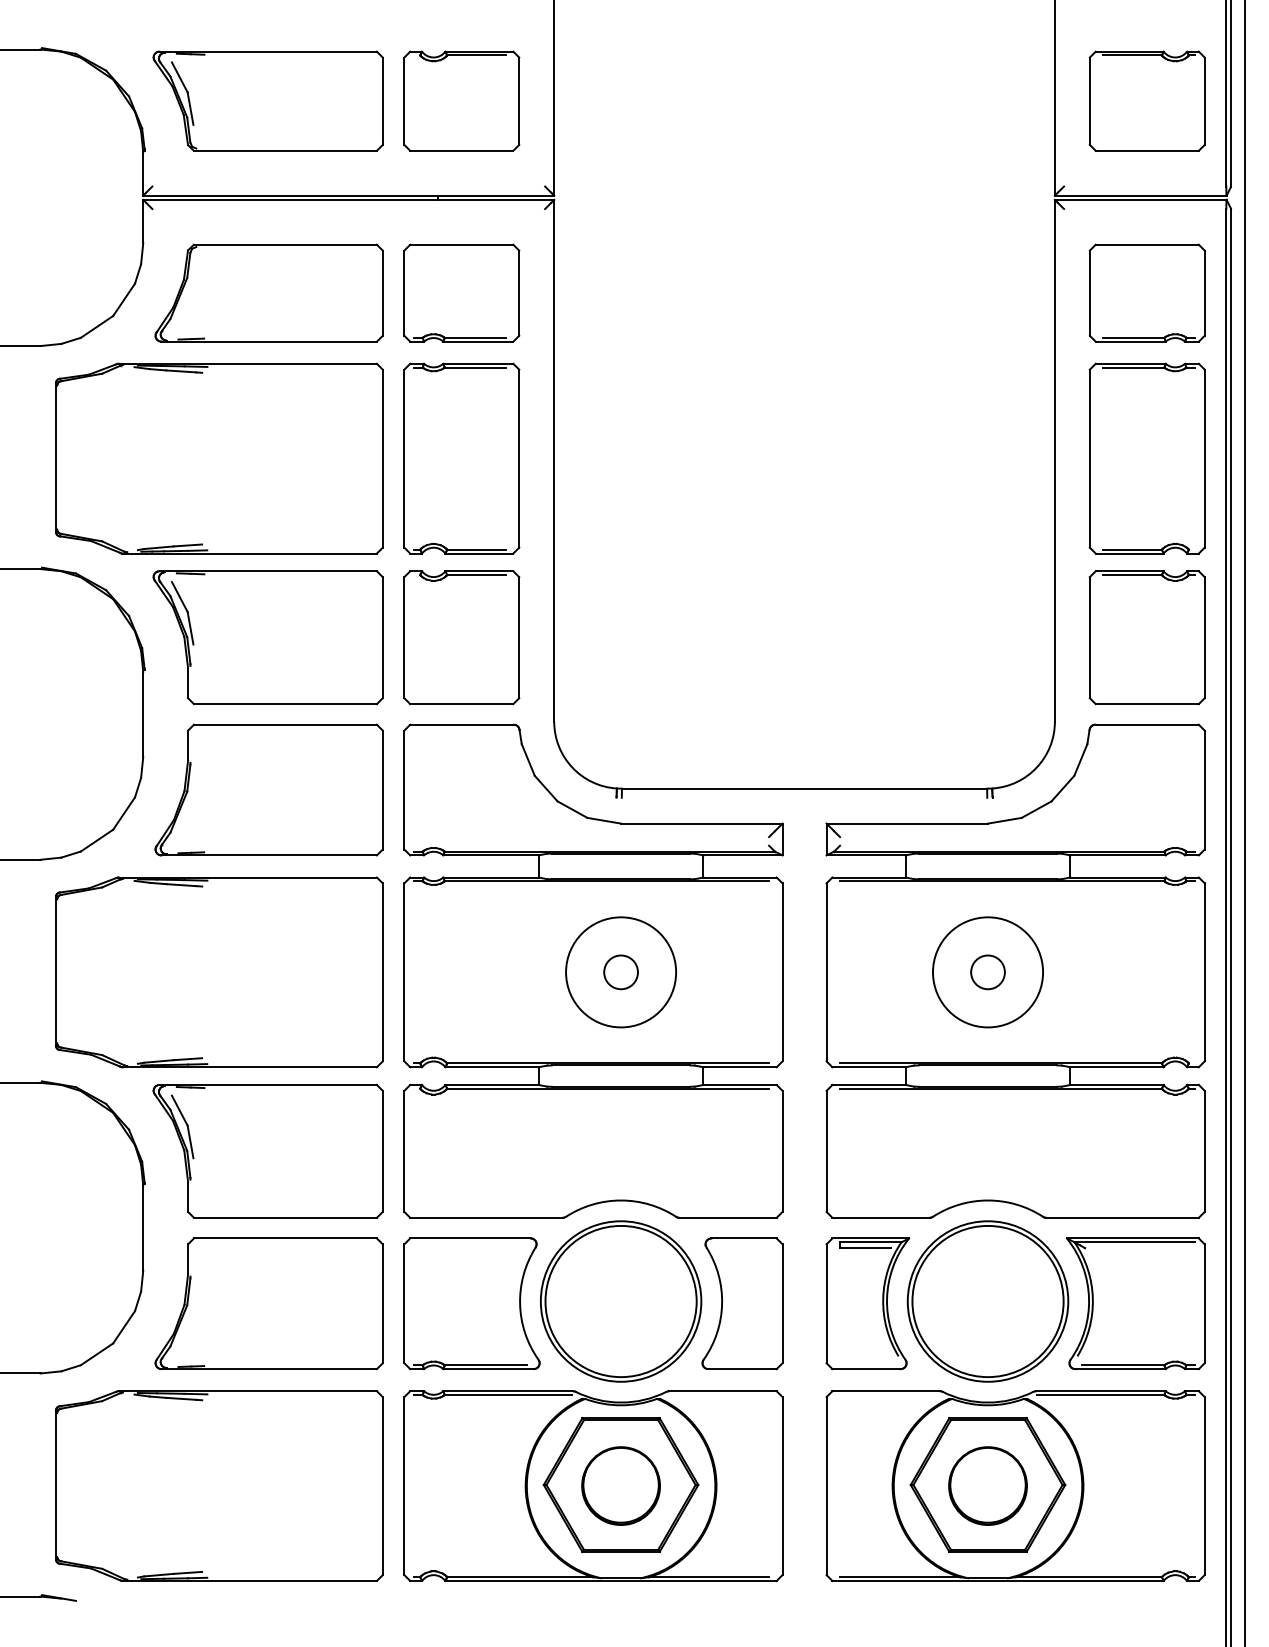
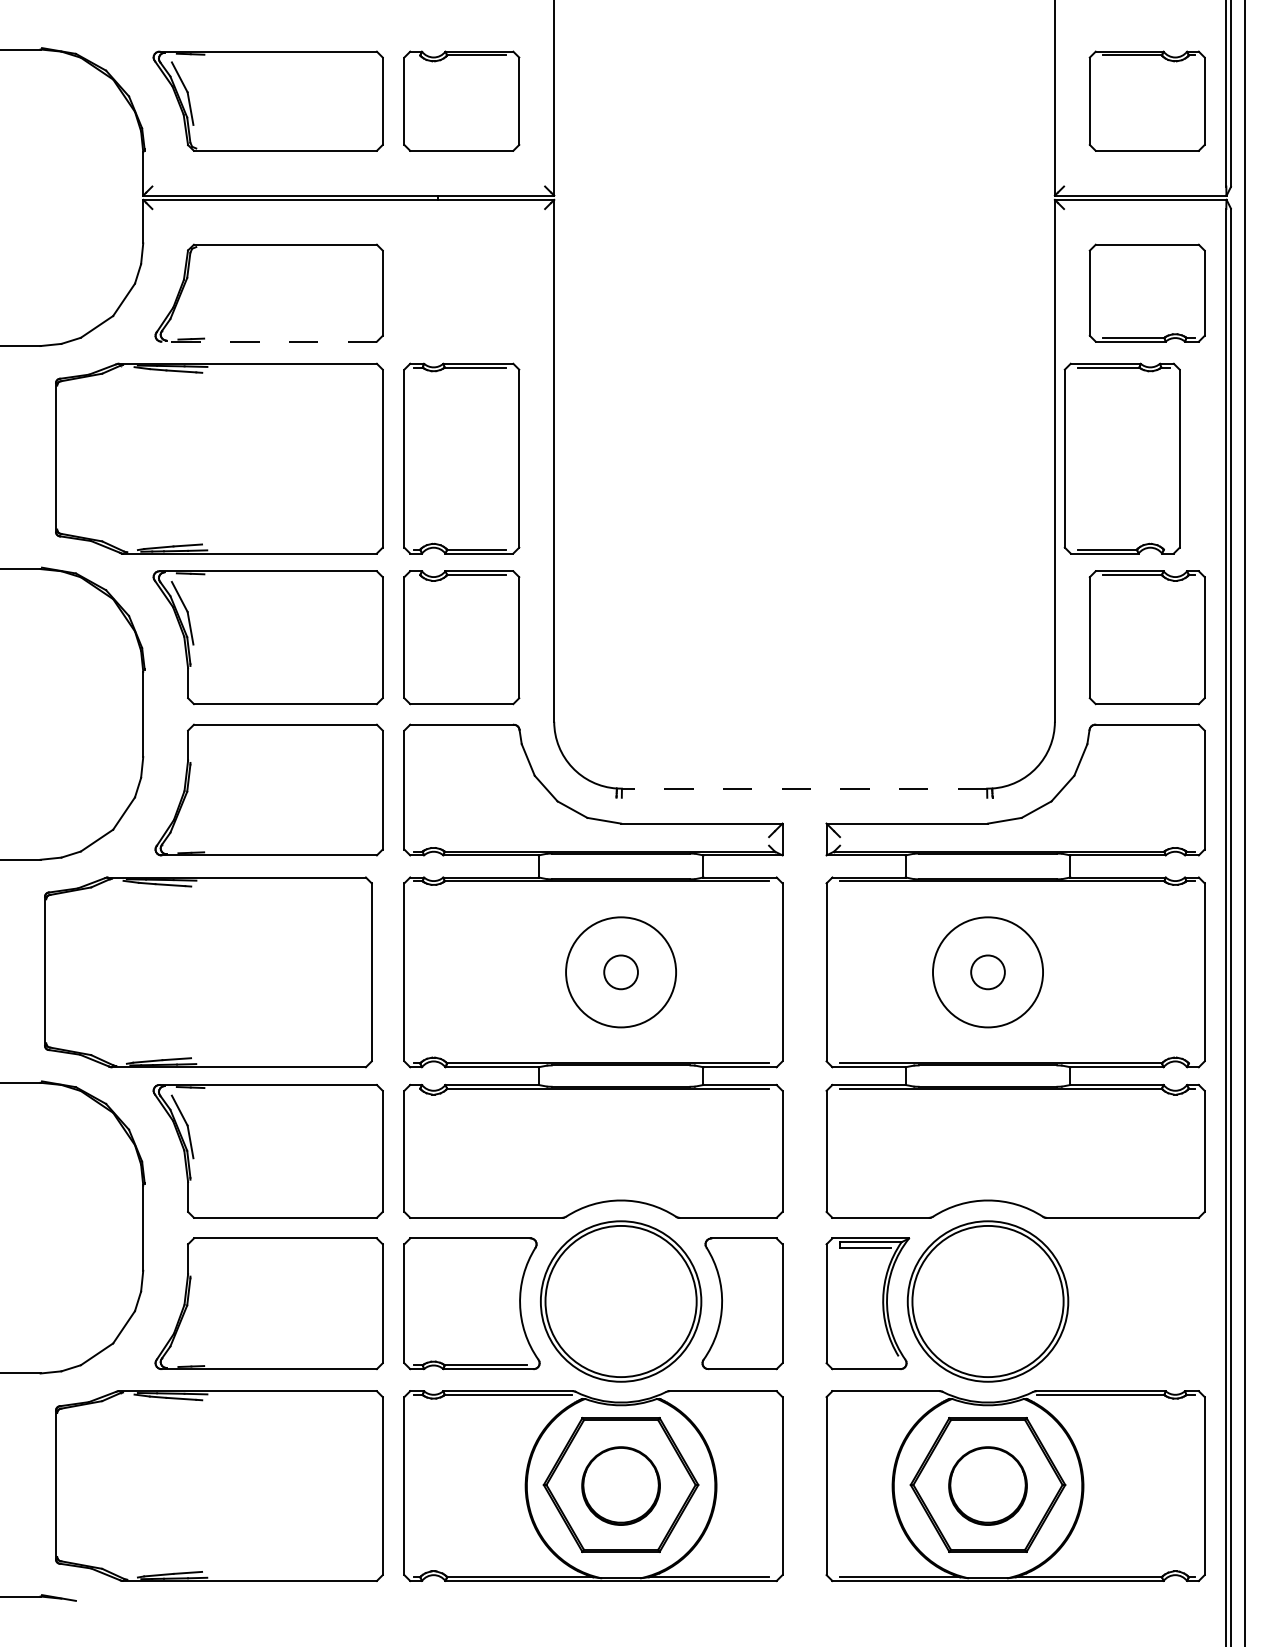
part at (461, 292): present -> none
line at (269, 341): solid -> dashed
part at (1146, 458) position: (1146, 458) -> (1121, 458)
line at (804, 788): solid -> dashed
part at (219, 972) position: (219, 972) -> (208, 972)
part at (1135, 1303): present -> none
